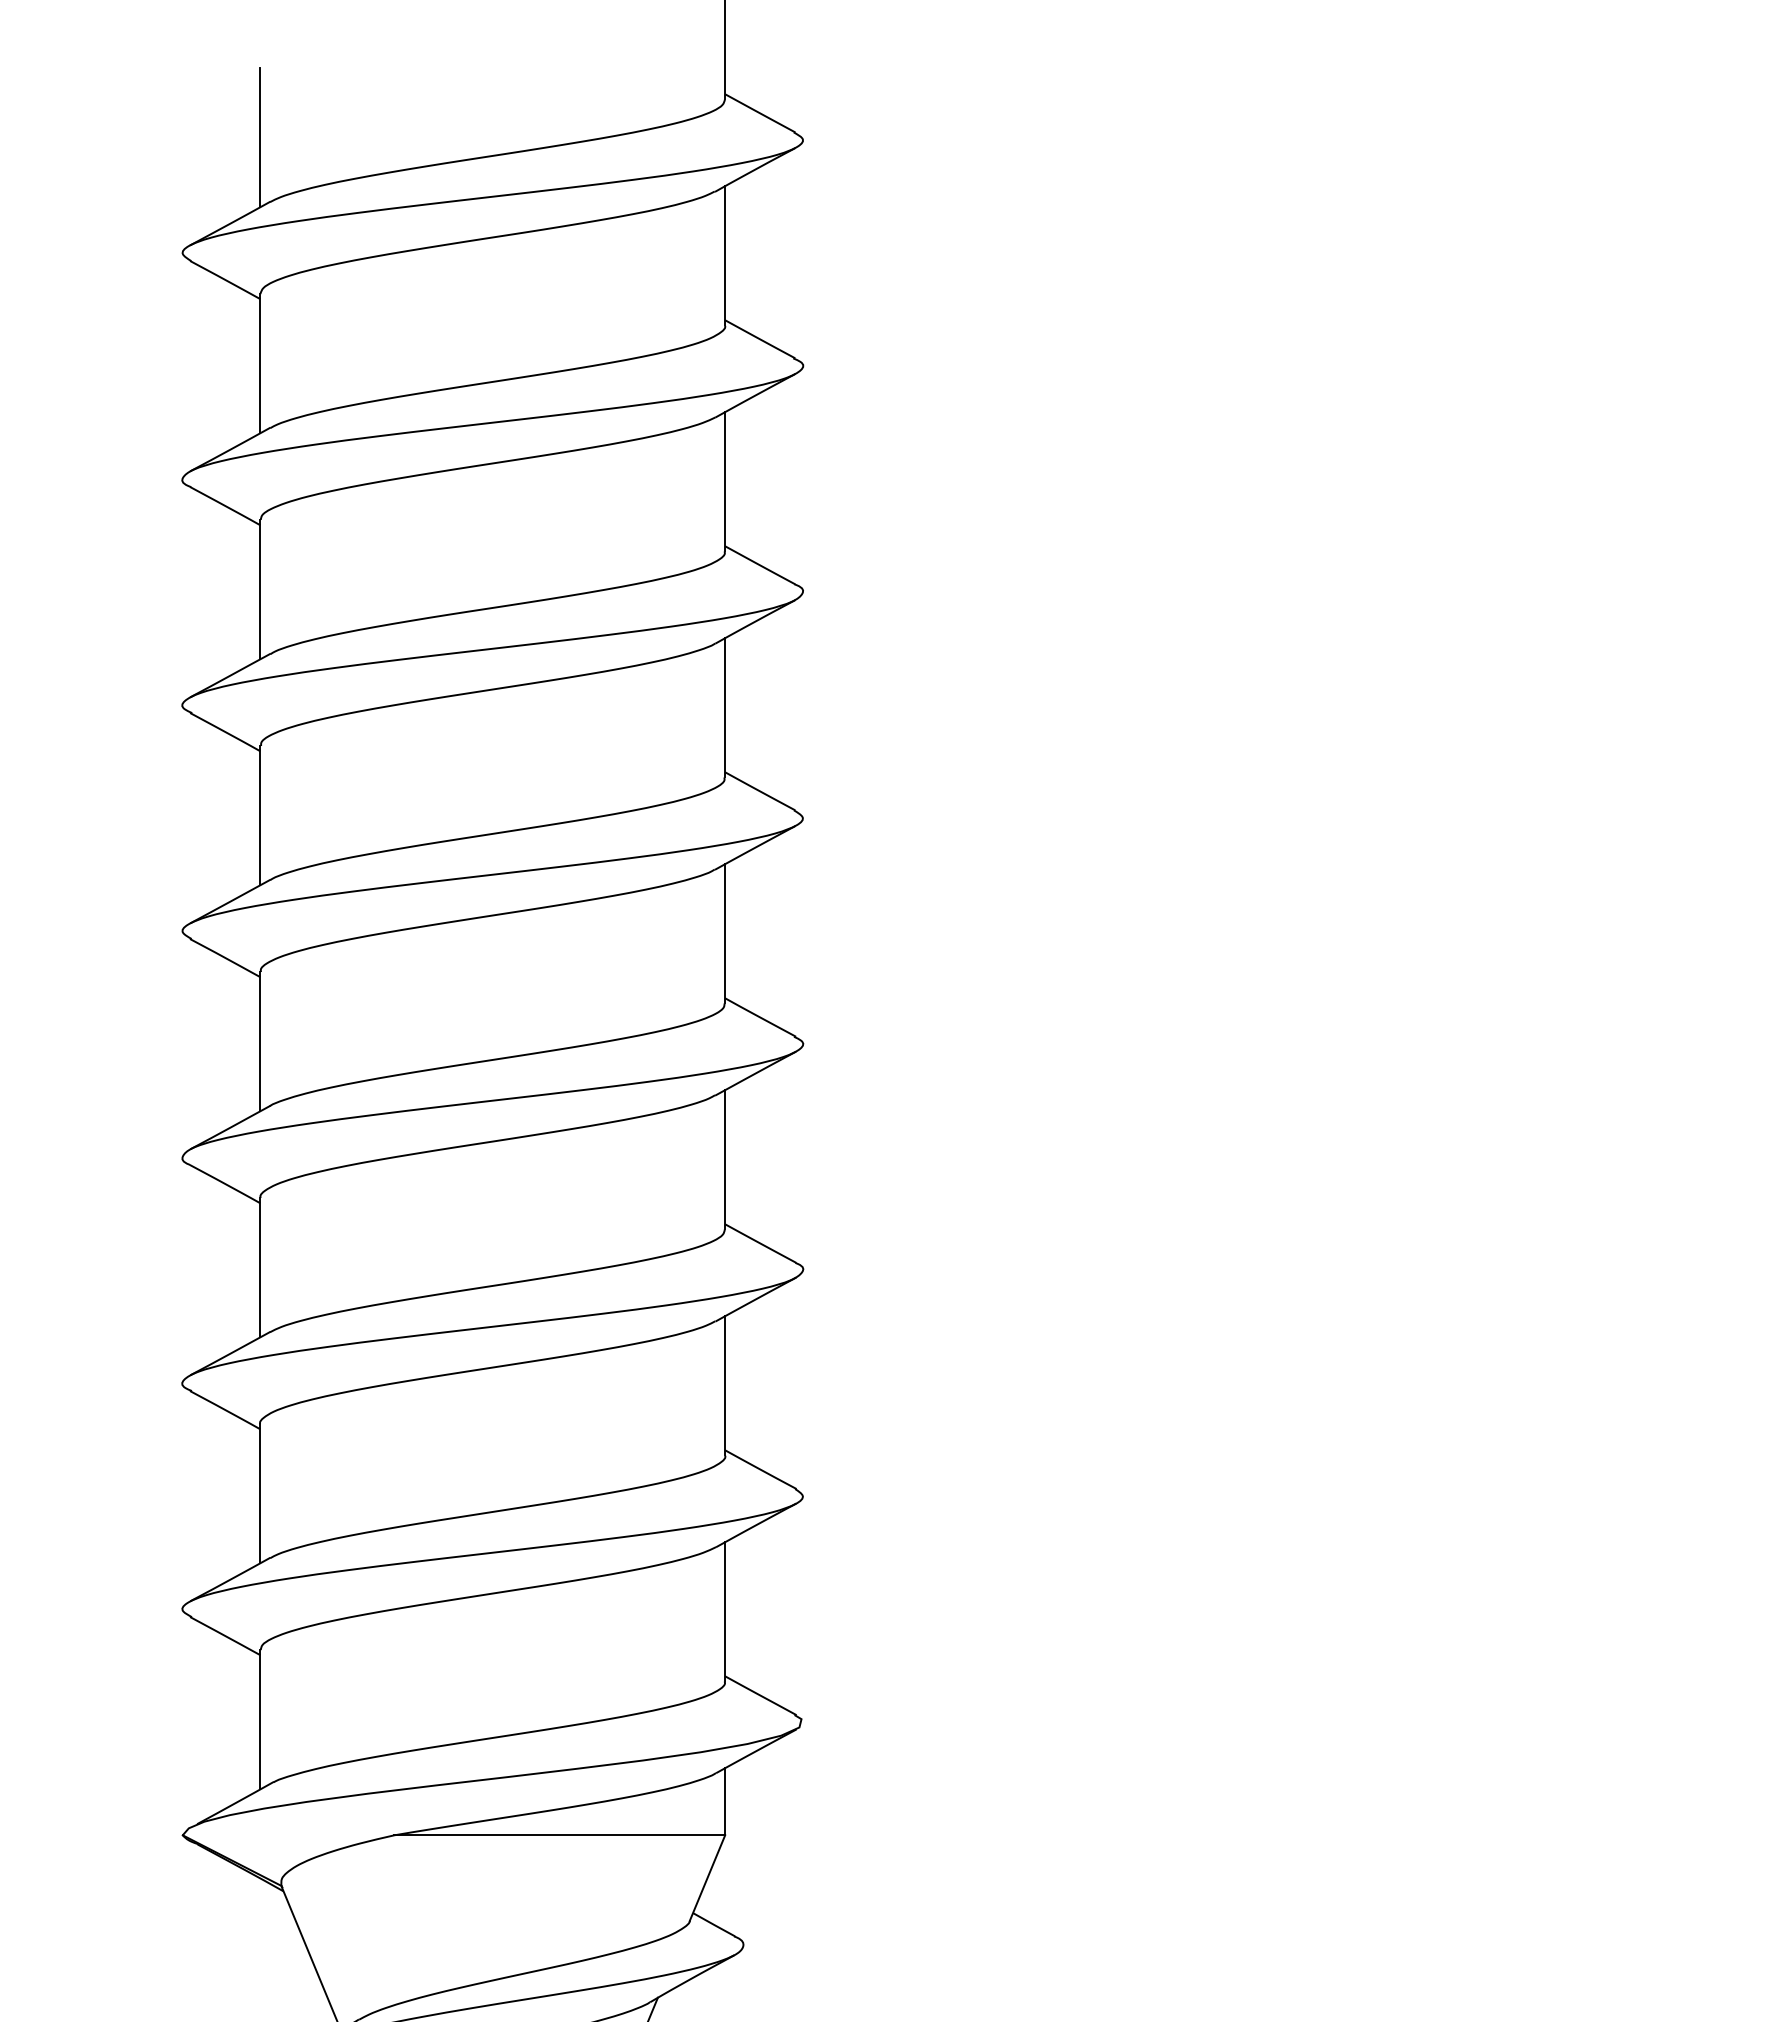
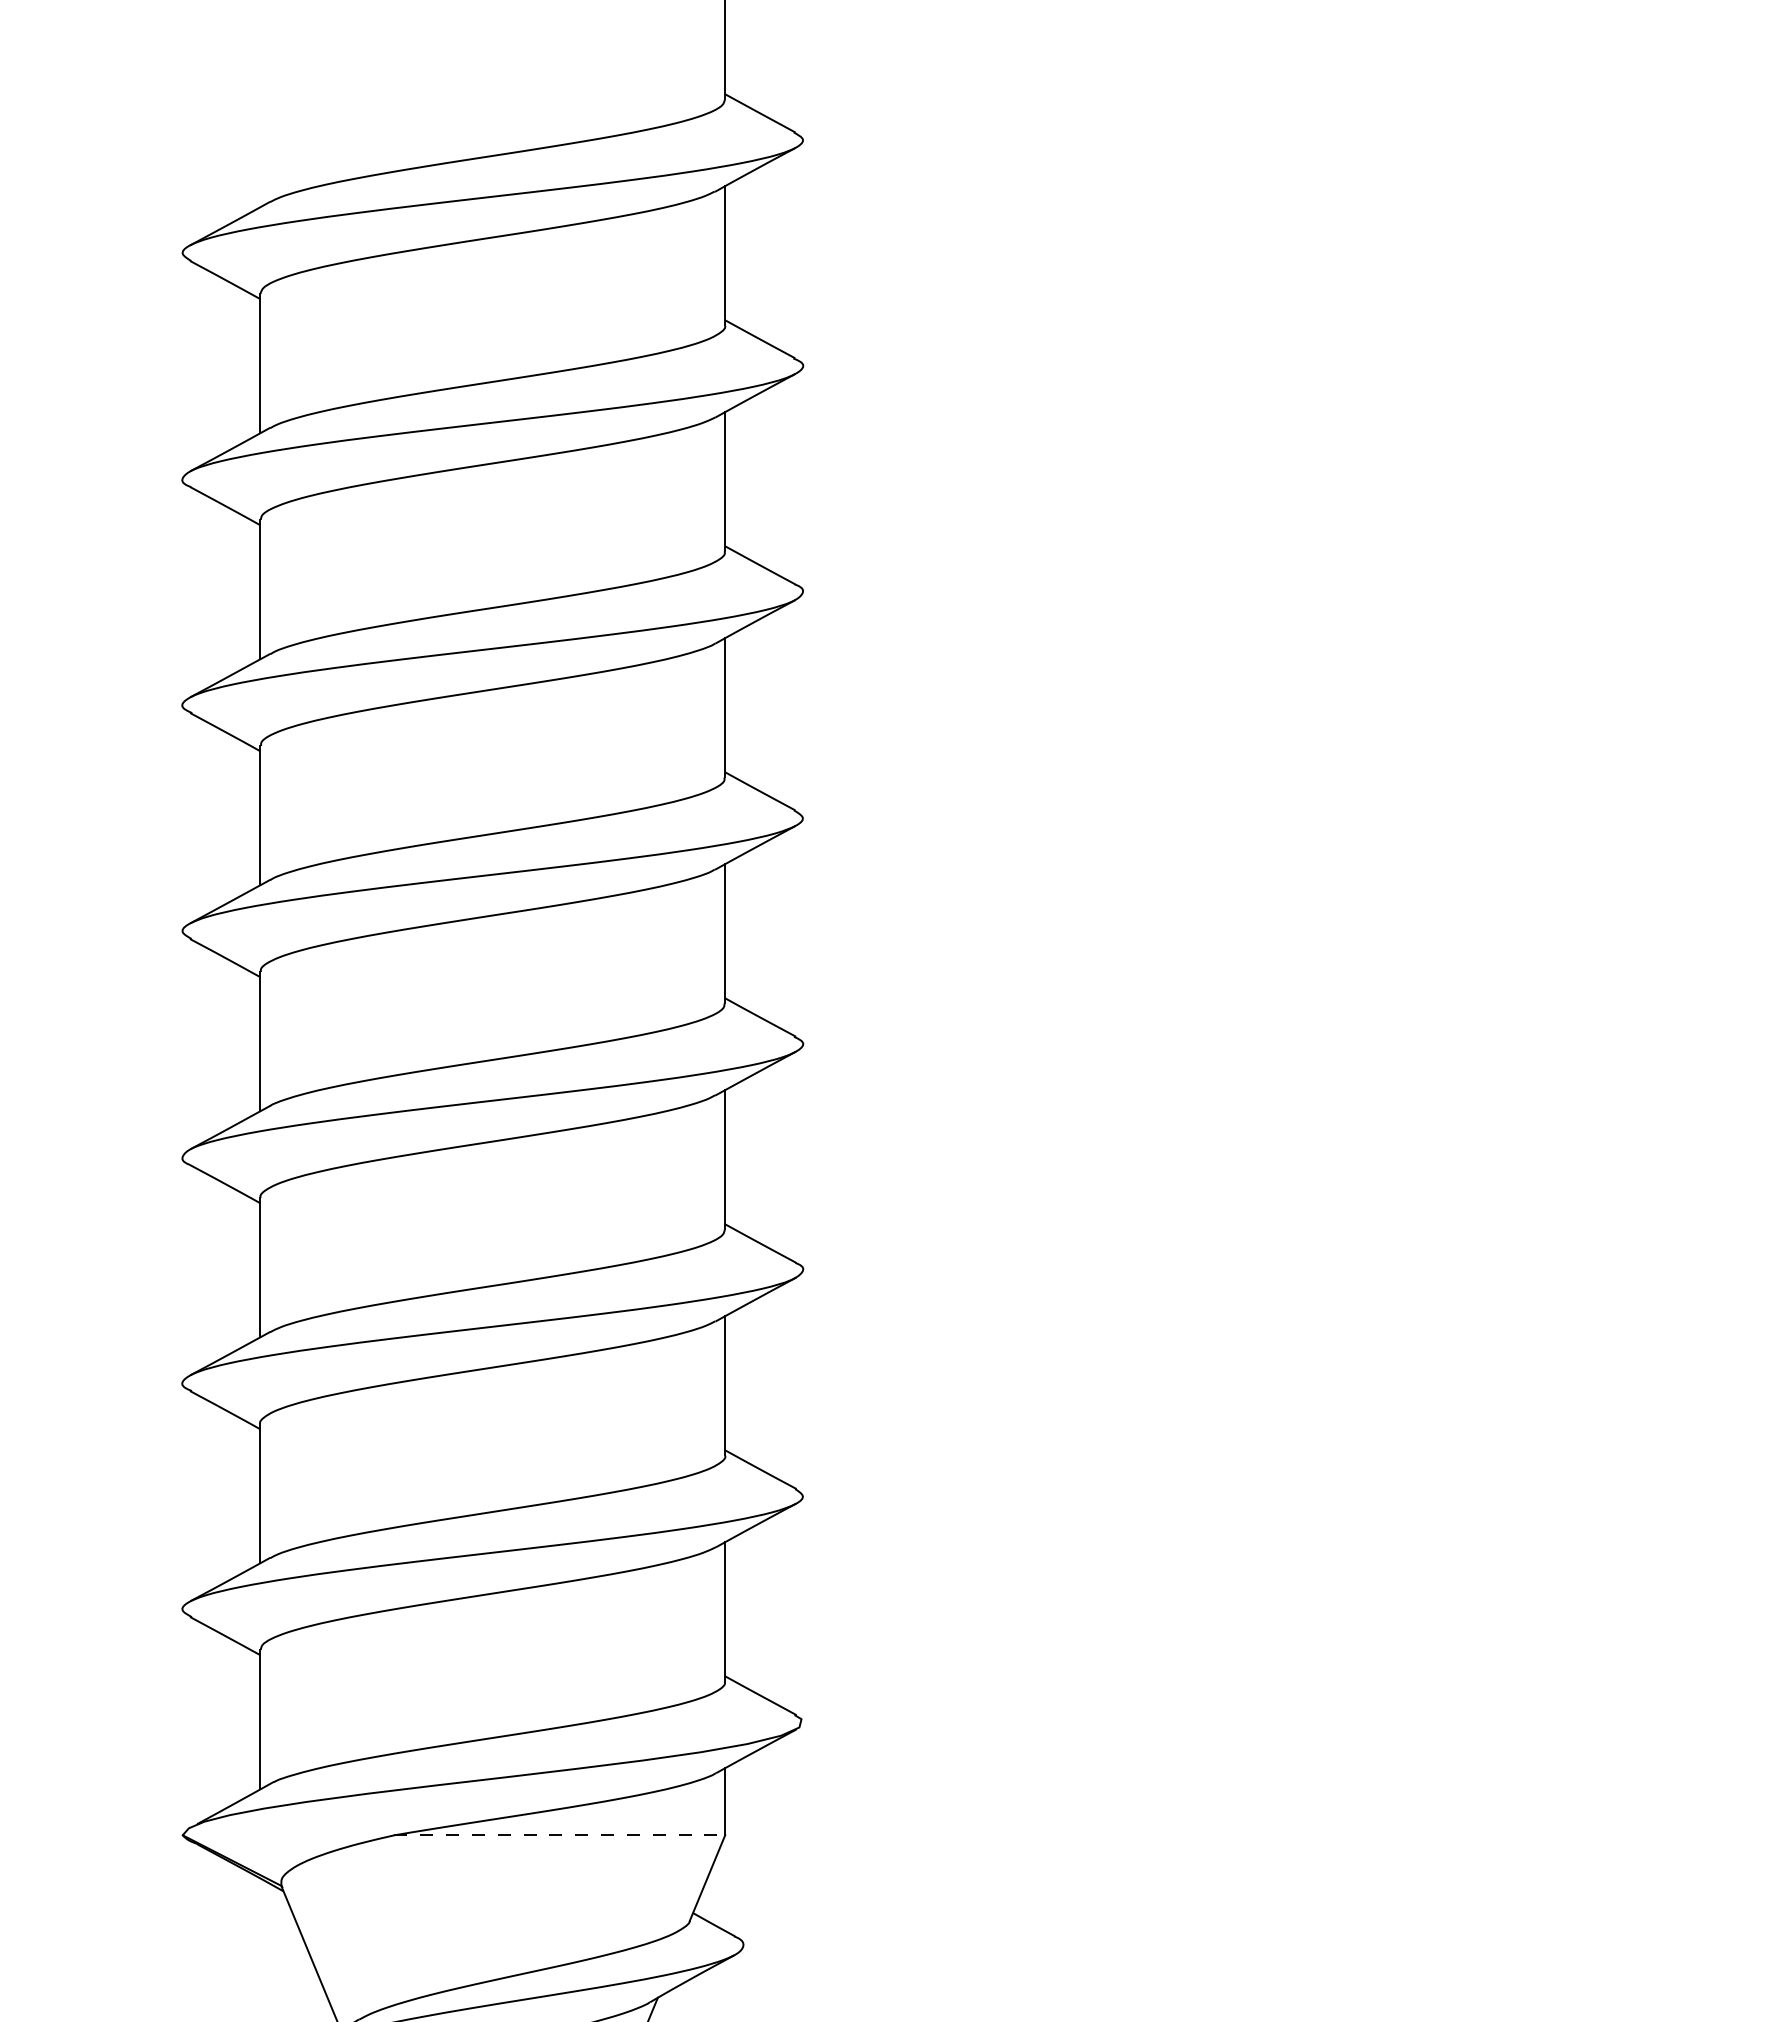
line at (260, 137): present -> none
line at (560, 1835): solid -> dashed
